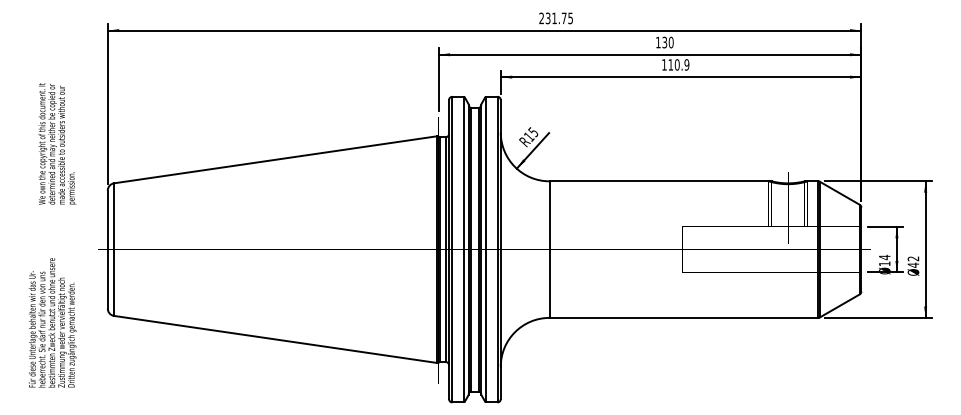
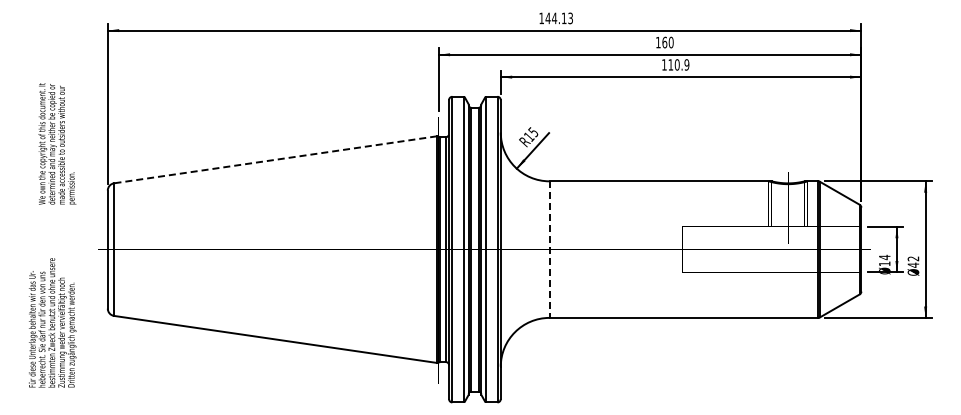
text at (555, 18): 231.75 -> 144.13
text at (664, 42): 130 -> 160
line at (275, 159): solid -> dashed
line at (549, 250): solid -> dashed
